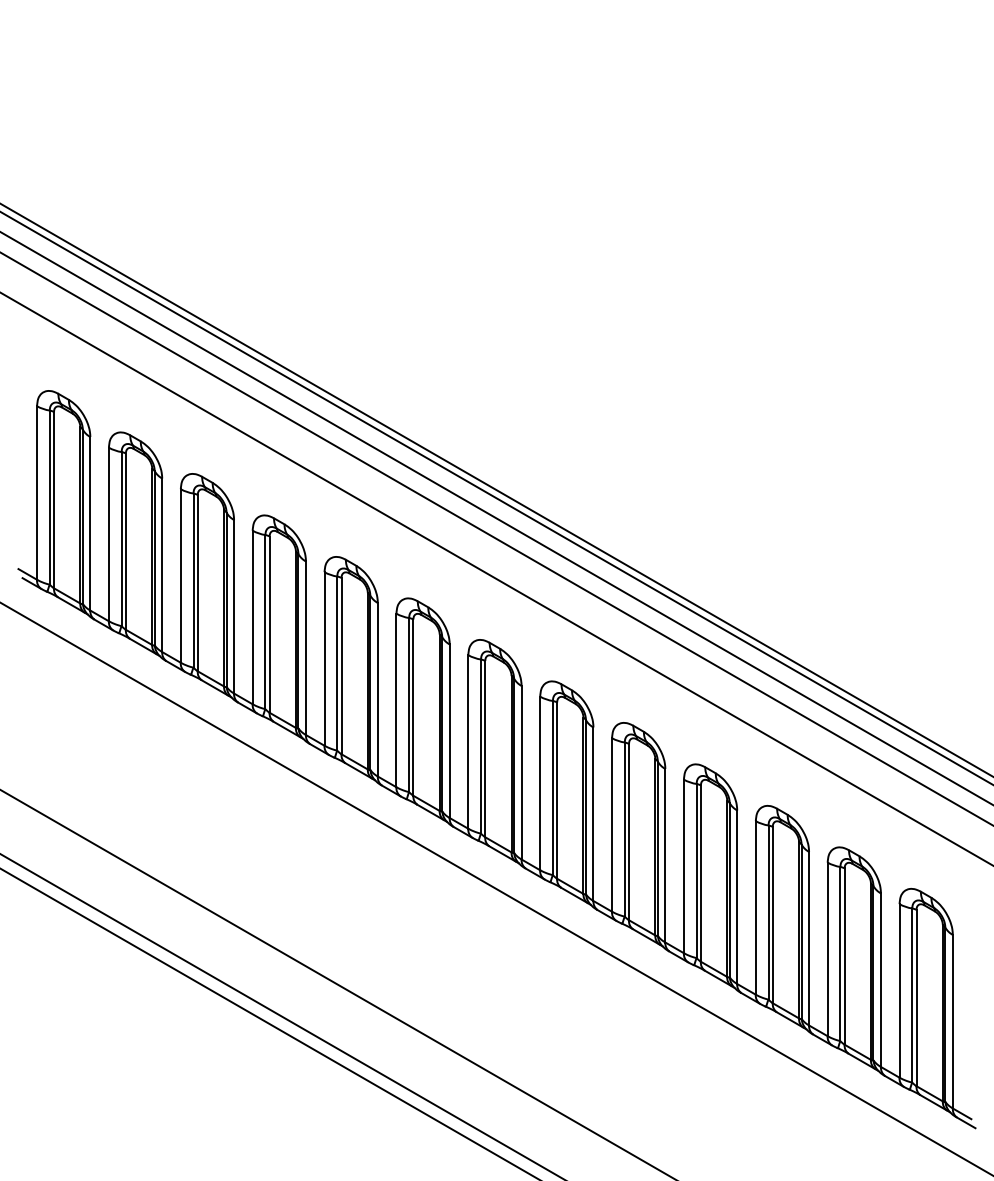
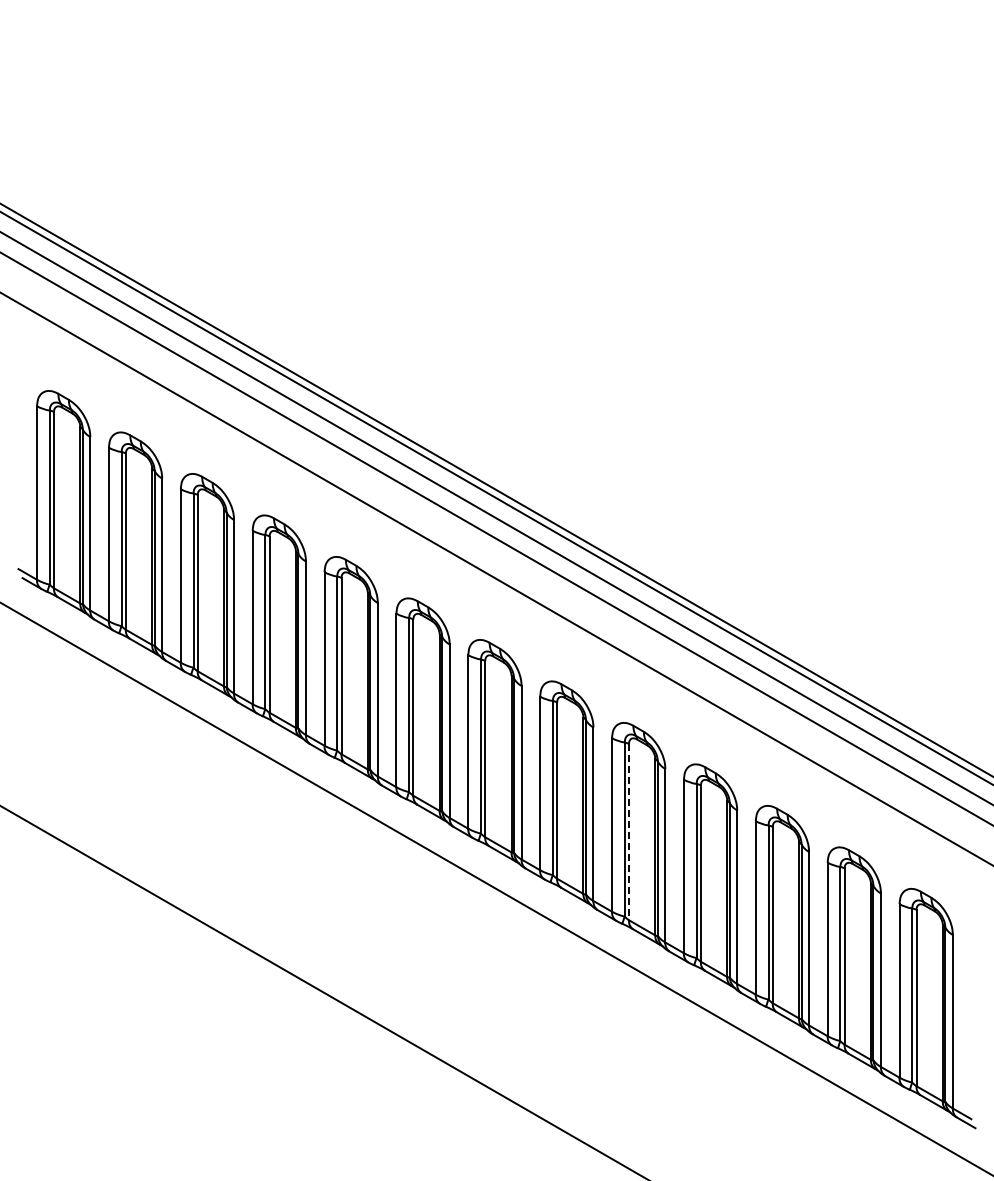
line at (629, 832): solid -> dashed
line at (337, 983) position: (337, 983) -> (323, 992)
line at (281, 1016): present -> none
line at (268, 1023): present -> none
